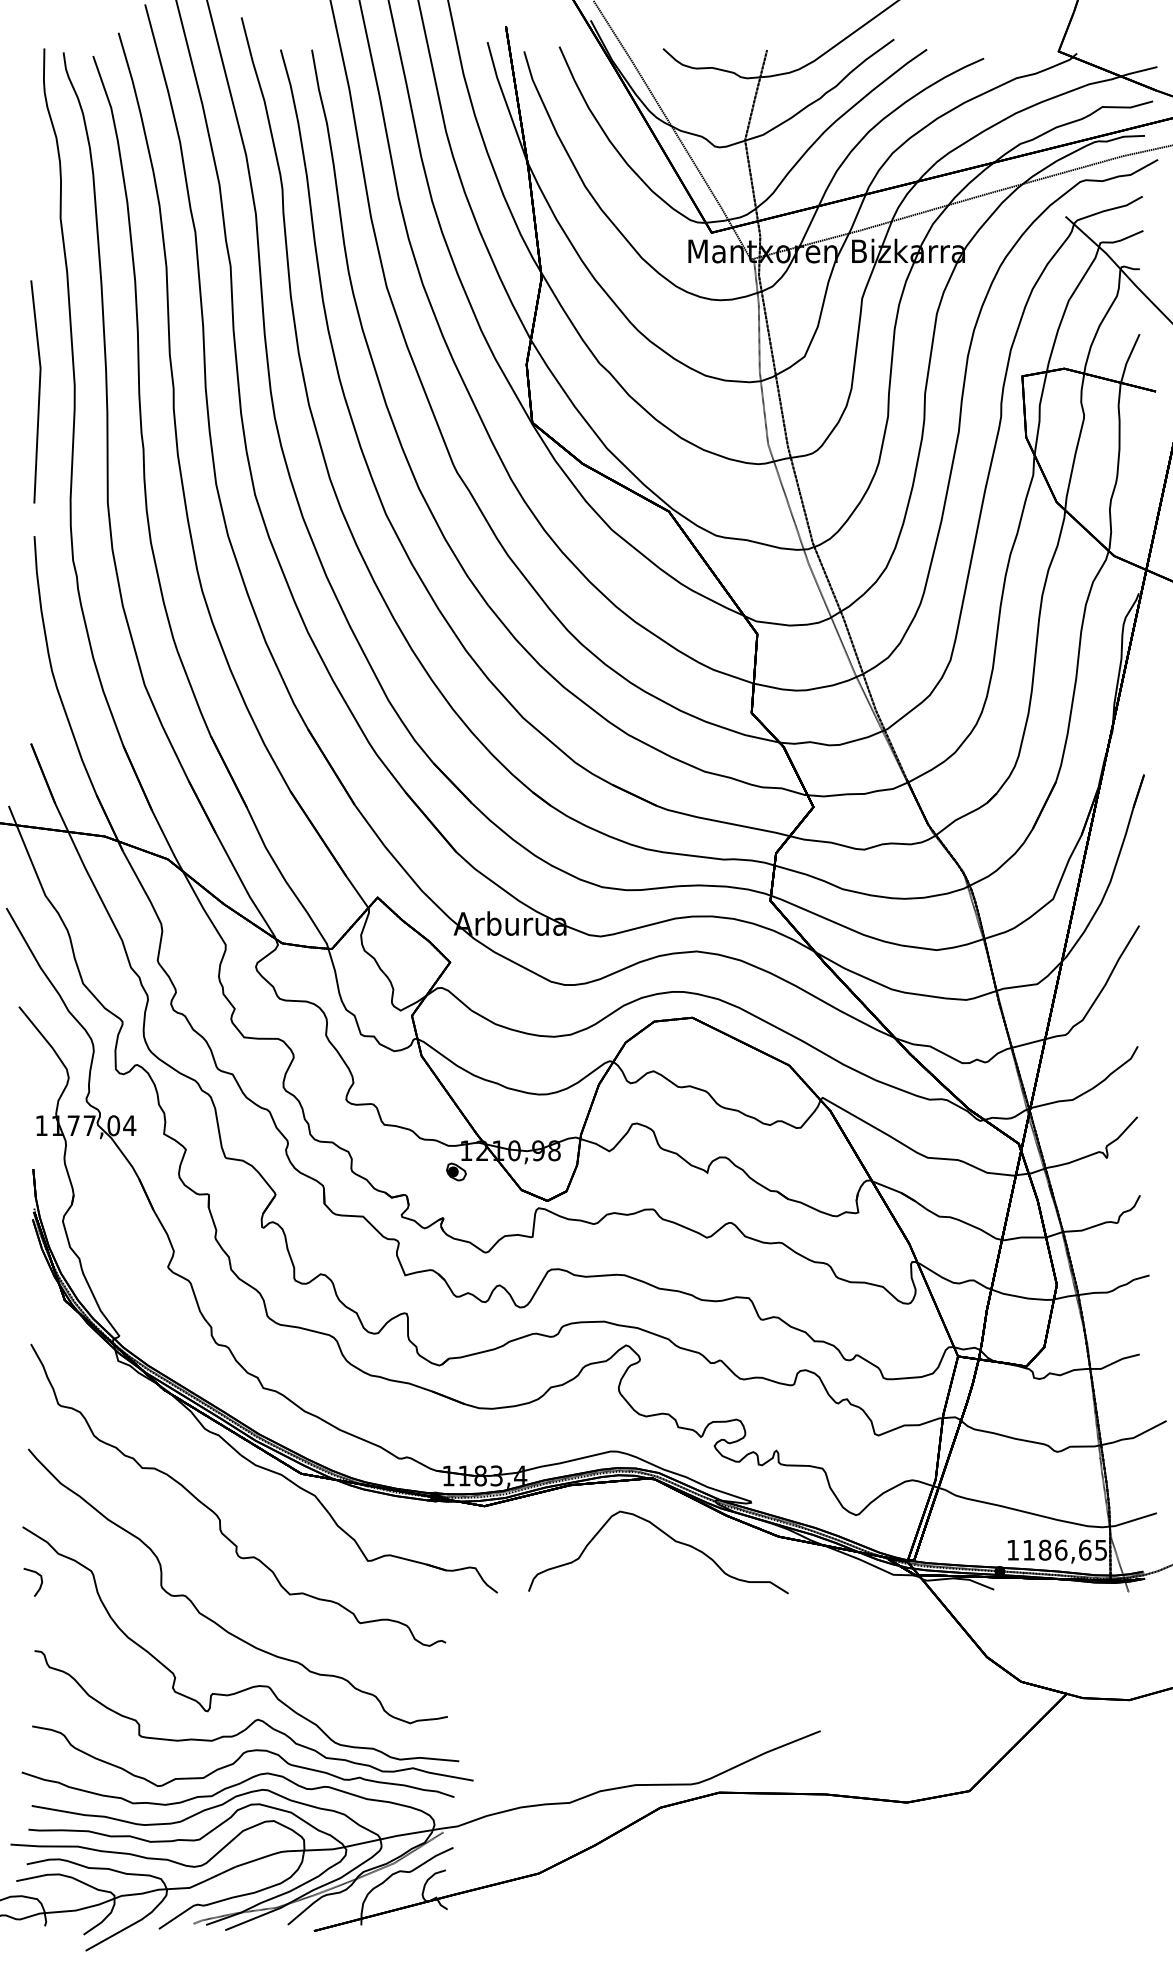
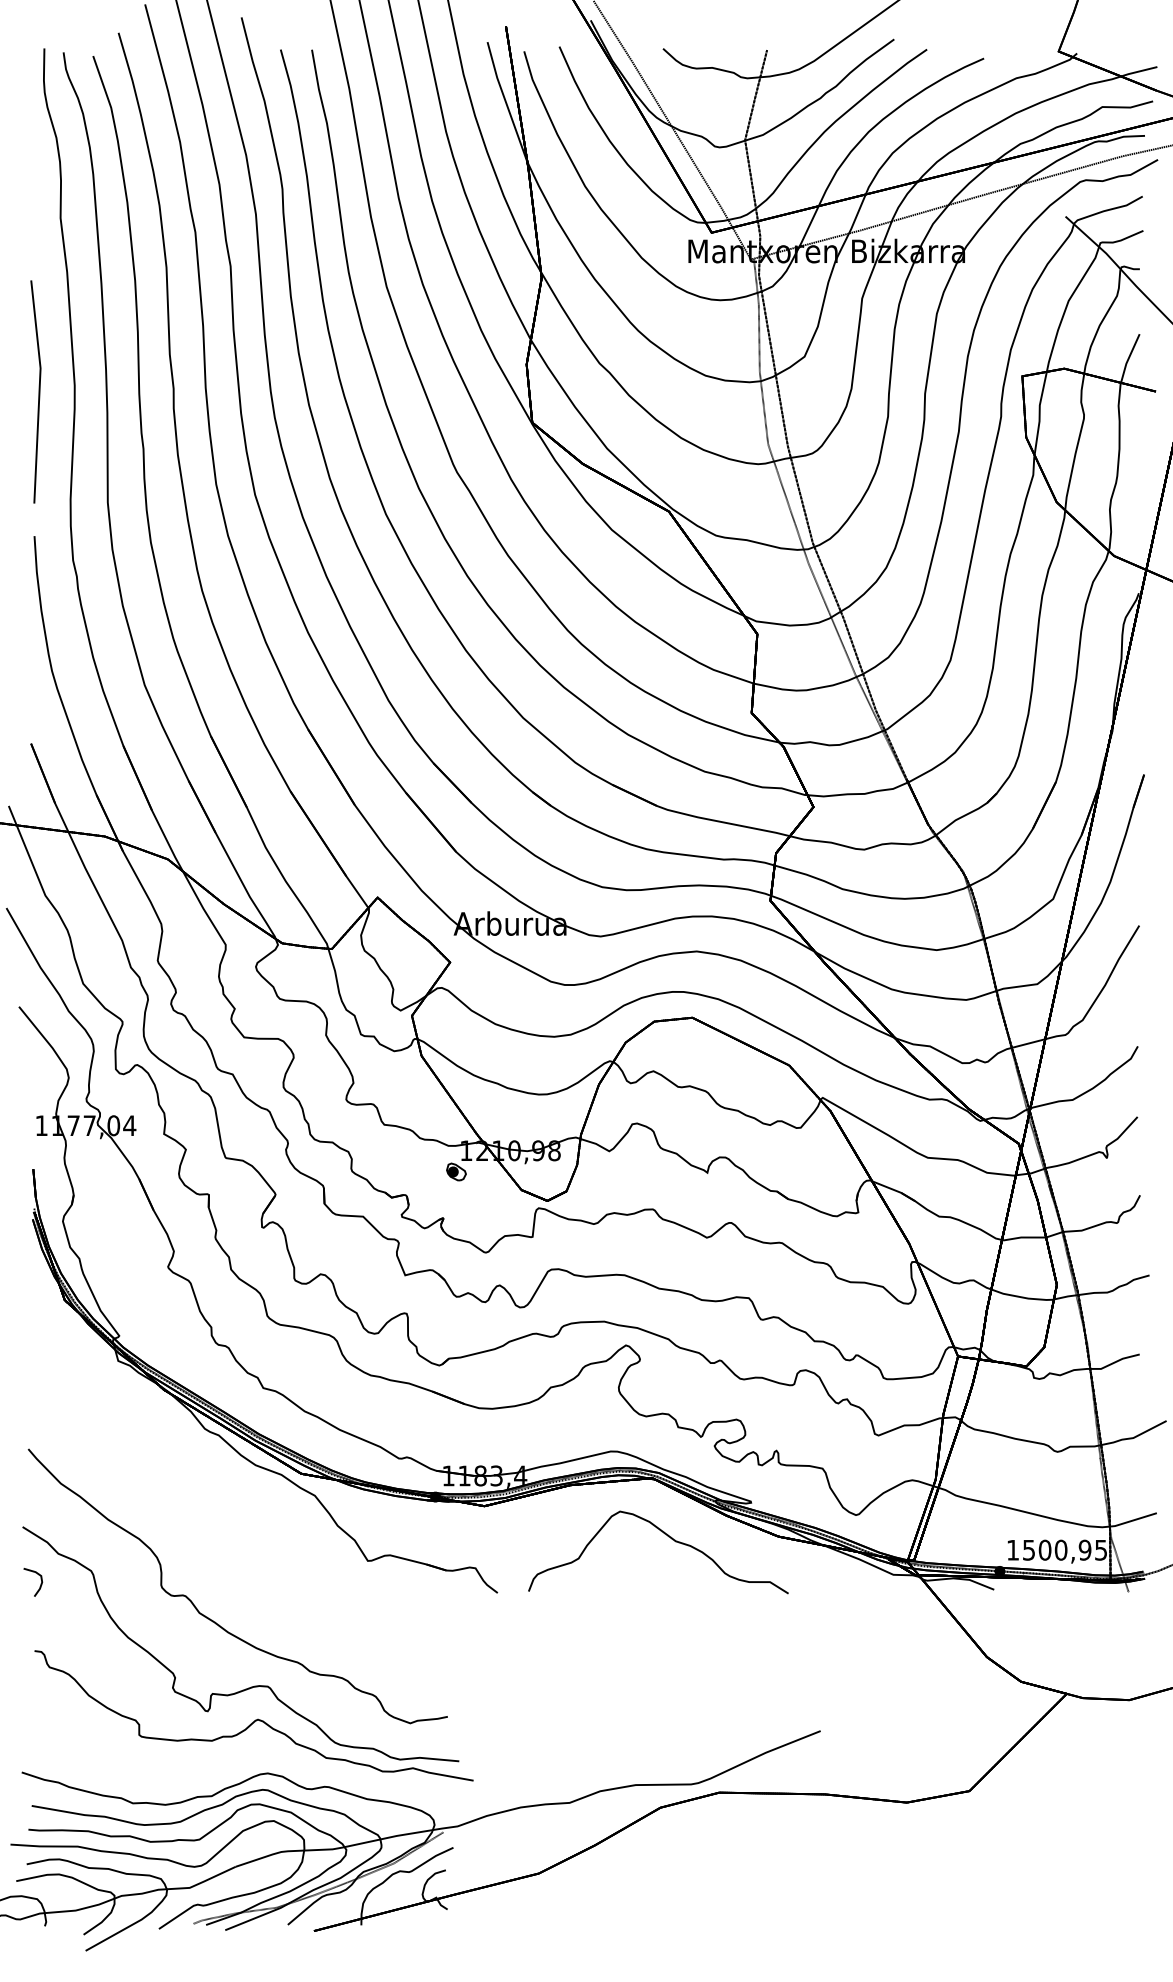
curve at (217, 1514): present -> none
text at (1057, 1549): 1186,65 -> 1500,95
curve at (240, 1758): present -> none
